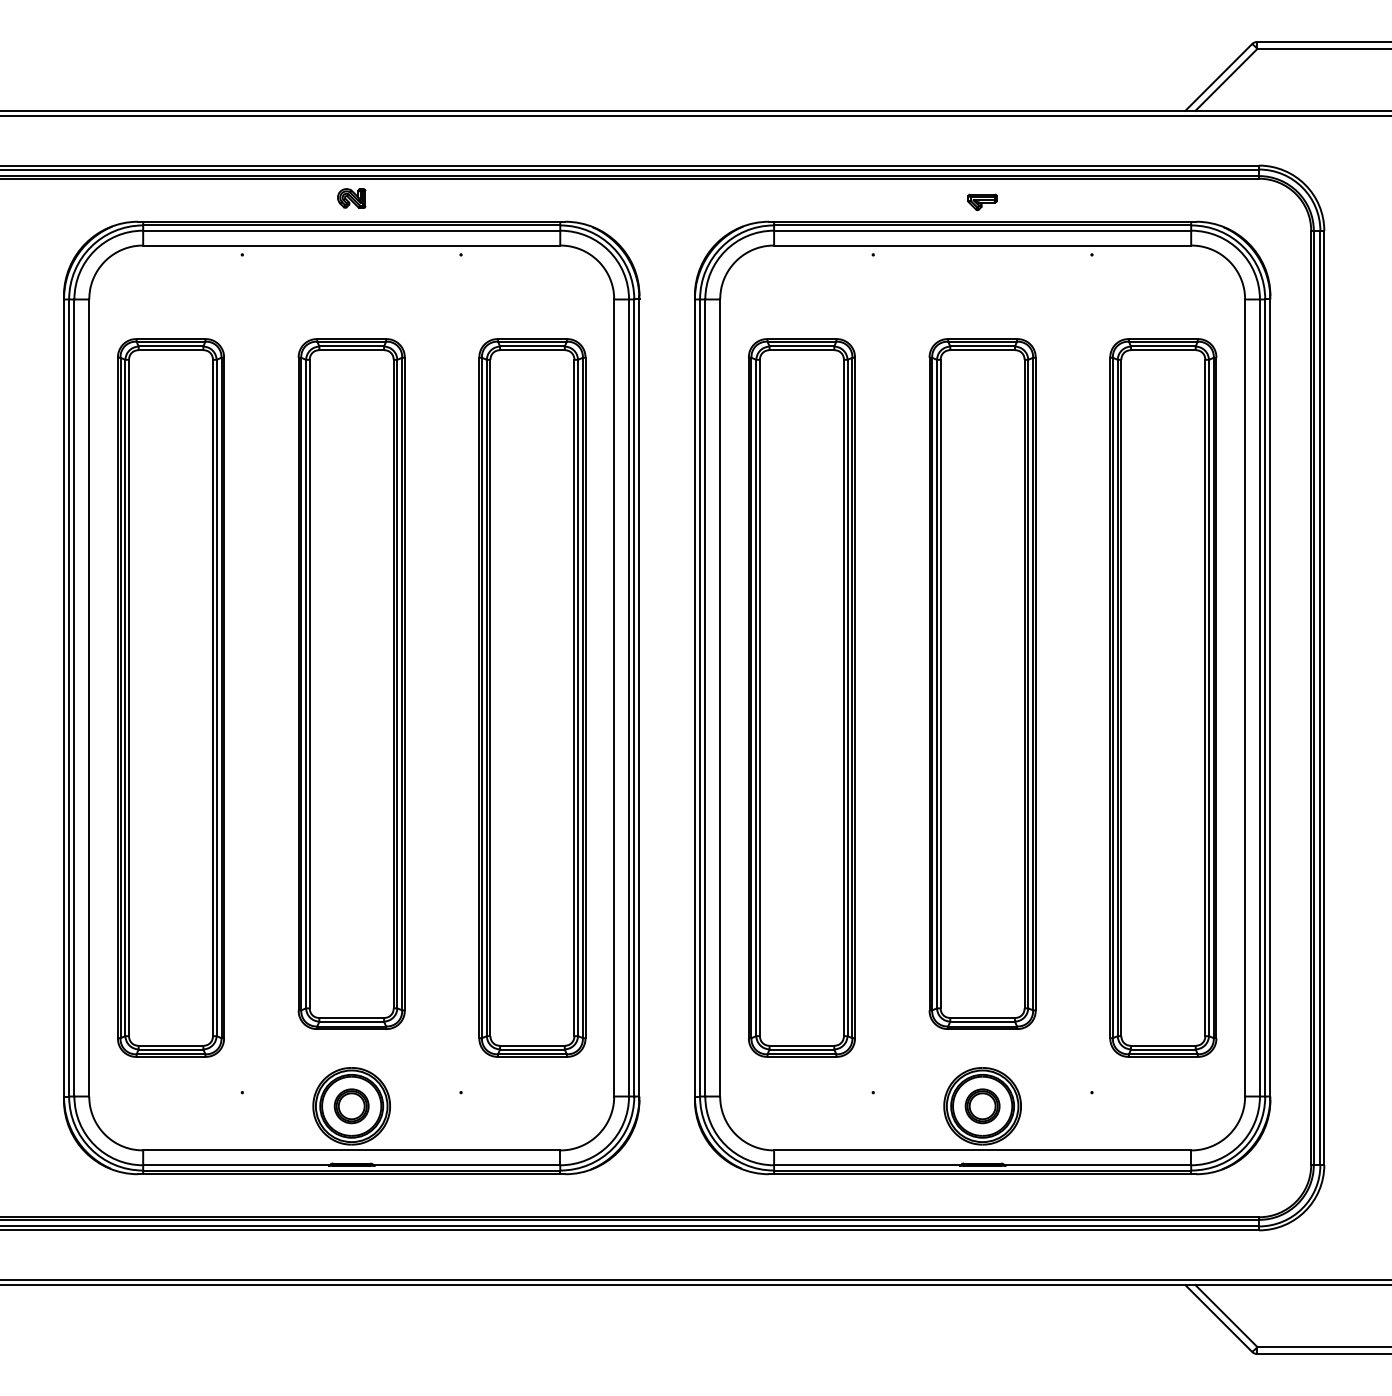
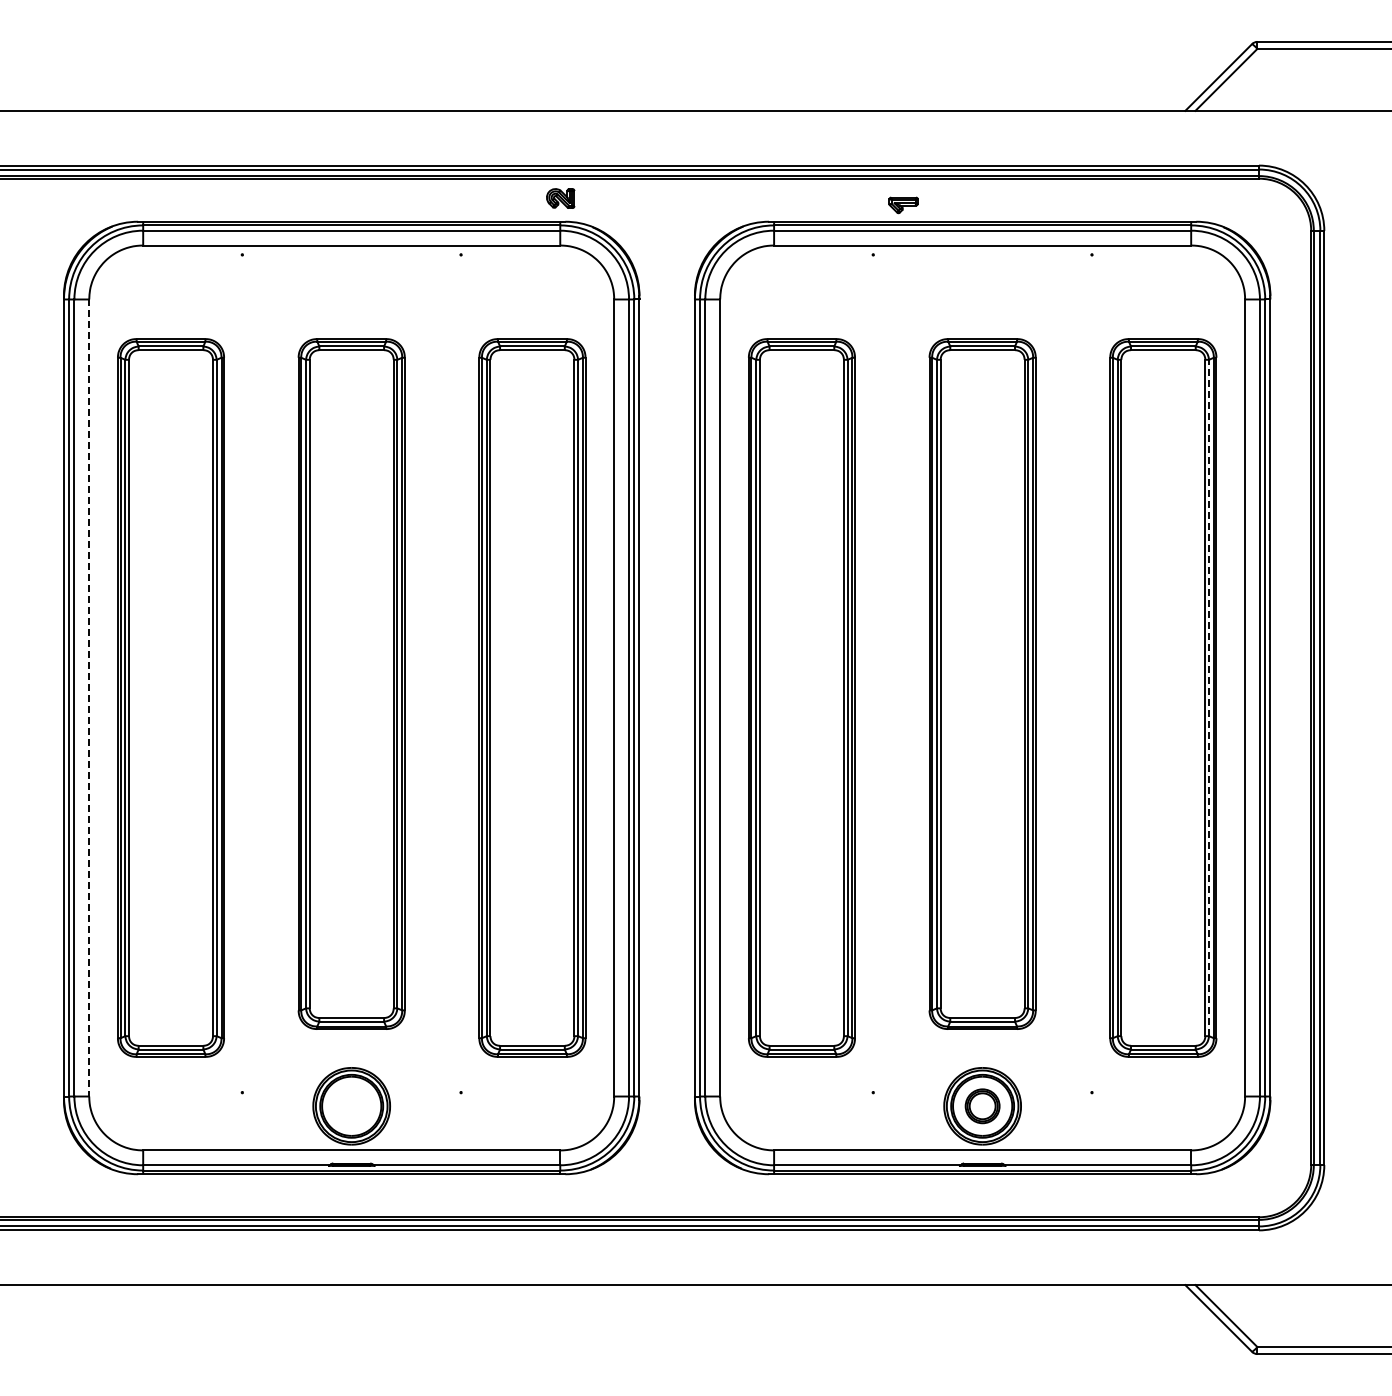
line at (695, 116): present -> none
part at (351, 198) position: (351, 198) -> (560, 198)
part at (982, 202) position: (982, 202) -> (903, 205)
line at (1209, 697): solid -> dashed
line at (89, 698): solid -> dashed
part at (351, 1106): present -> none
line at (695, 1279): present -> none
